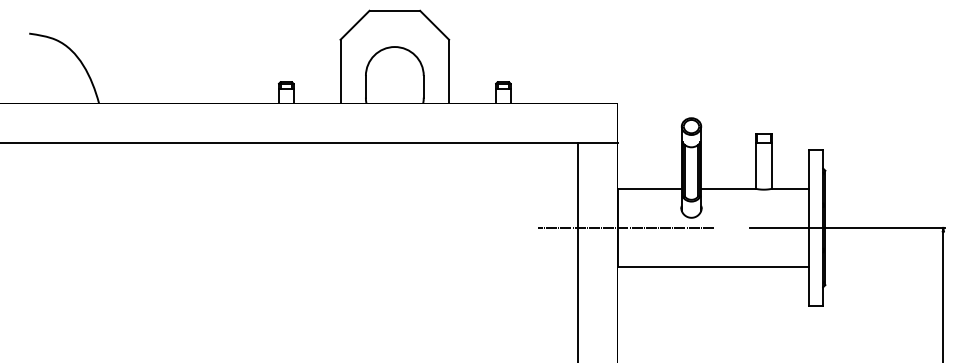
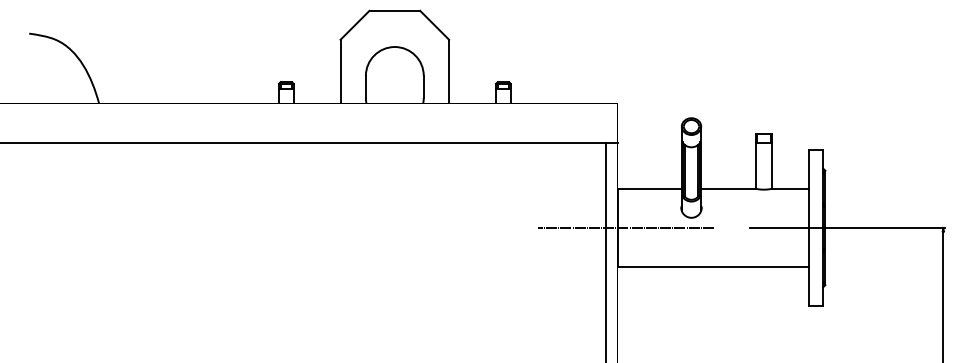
line at (577, 251) position: (577, 251) -> (605, 251)
